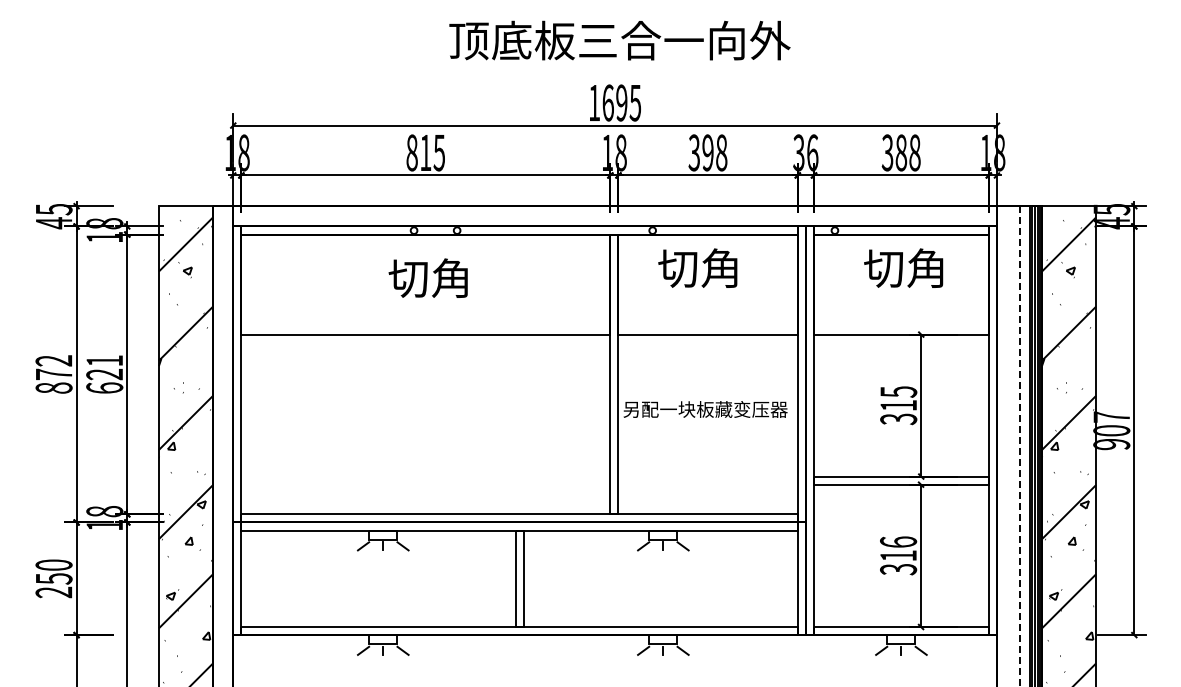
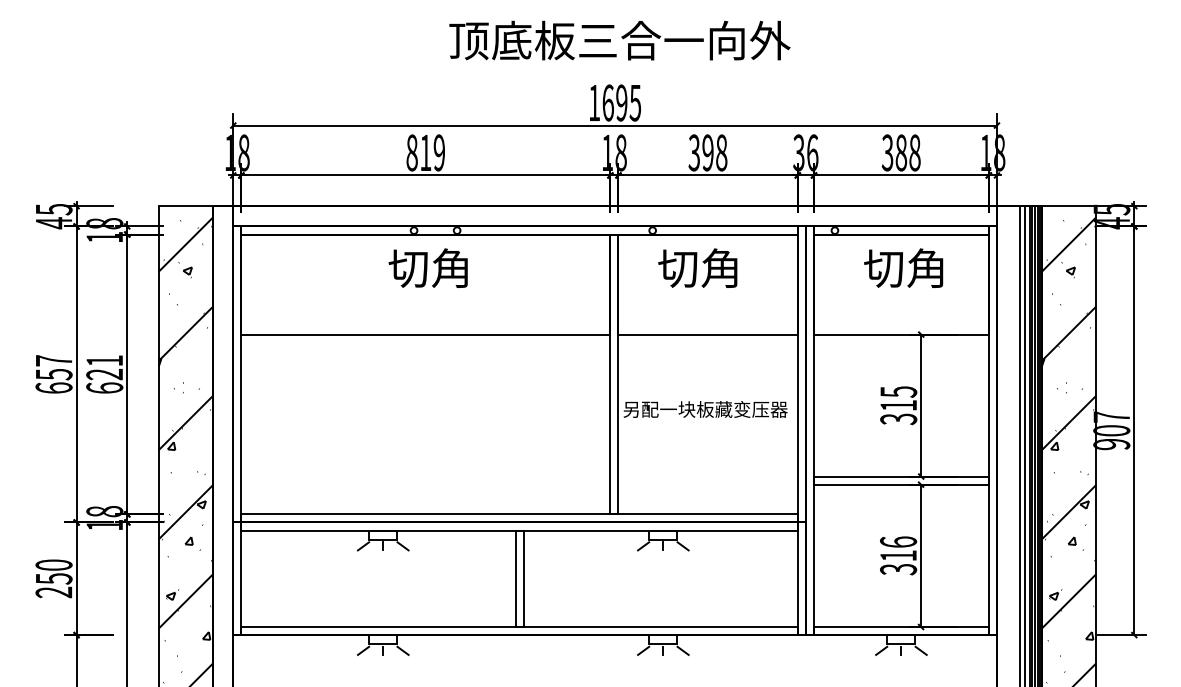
text at (438, 152): 815 -> 819
text at (427, 277) position: (427, 277) -> (427, 267)
text at (53, 374): 872 -> 657
line at (1024, 444): none -> present
line at (1019, 446): dashed -> solid
